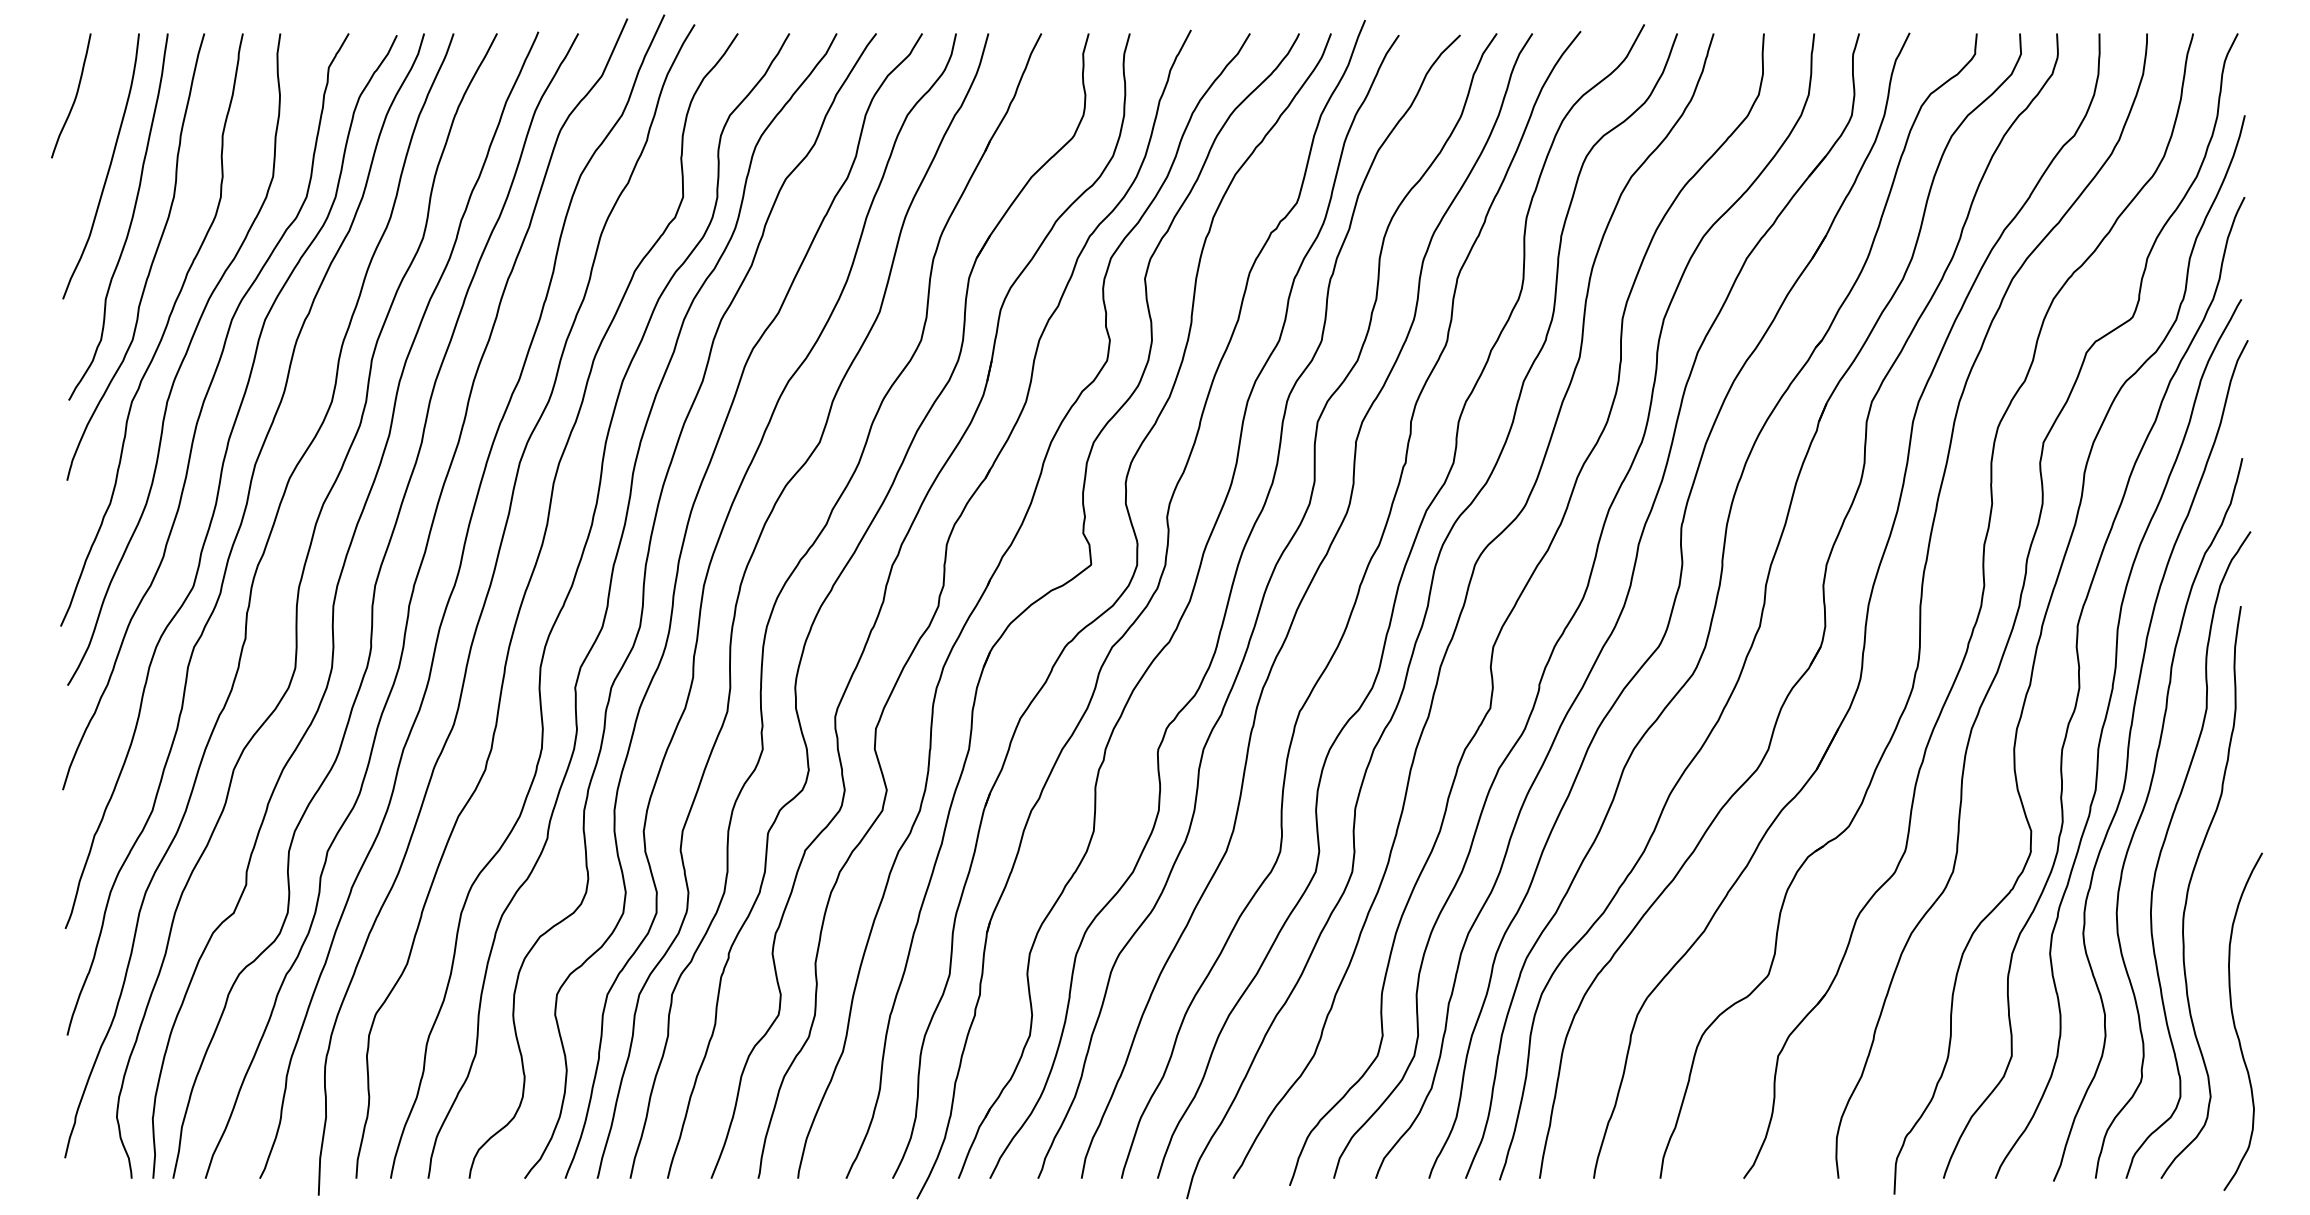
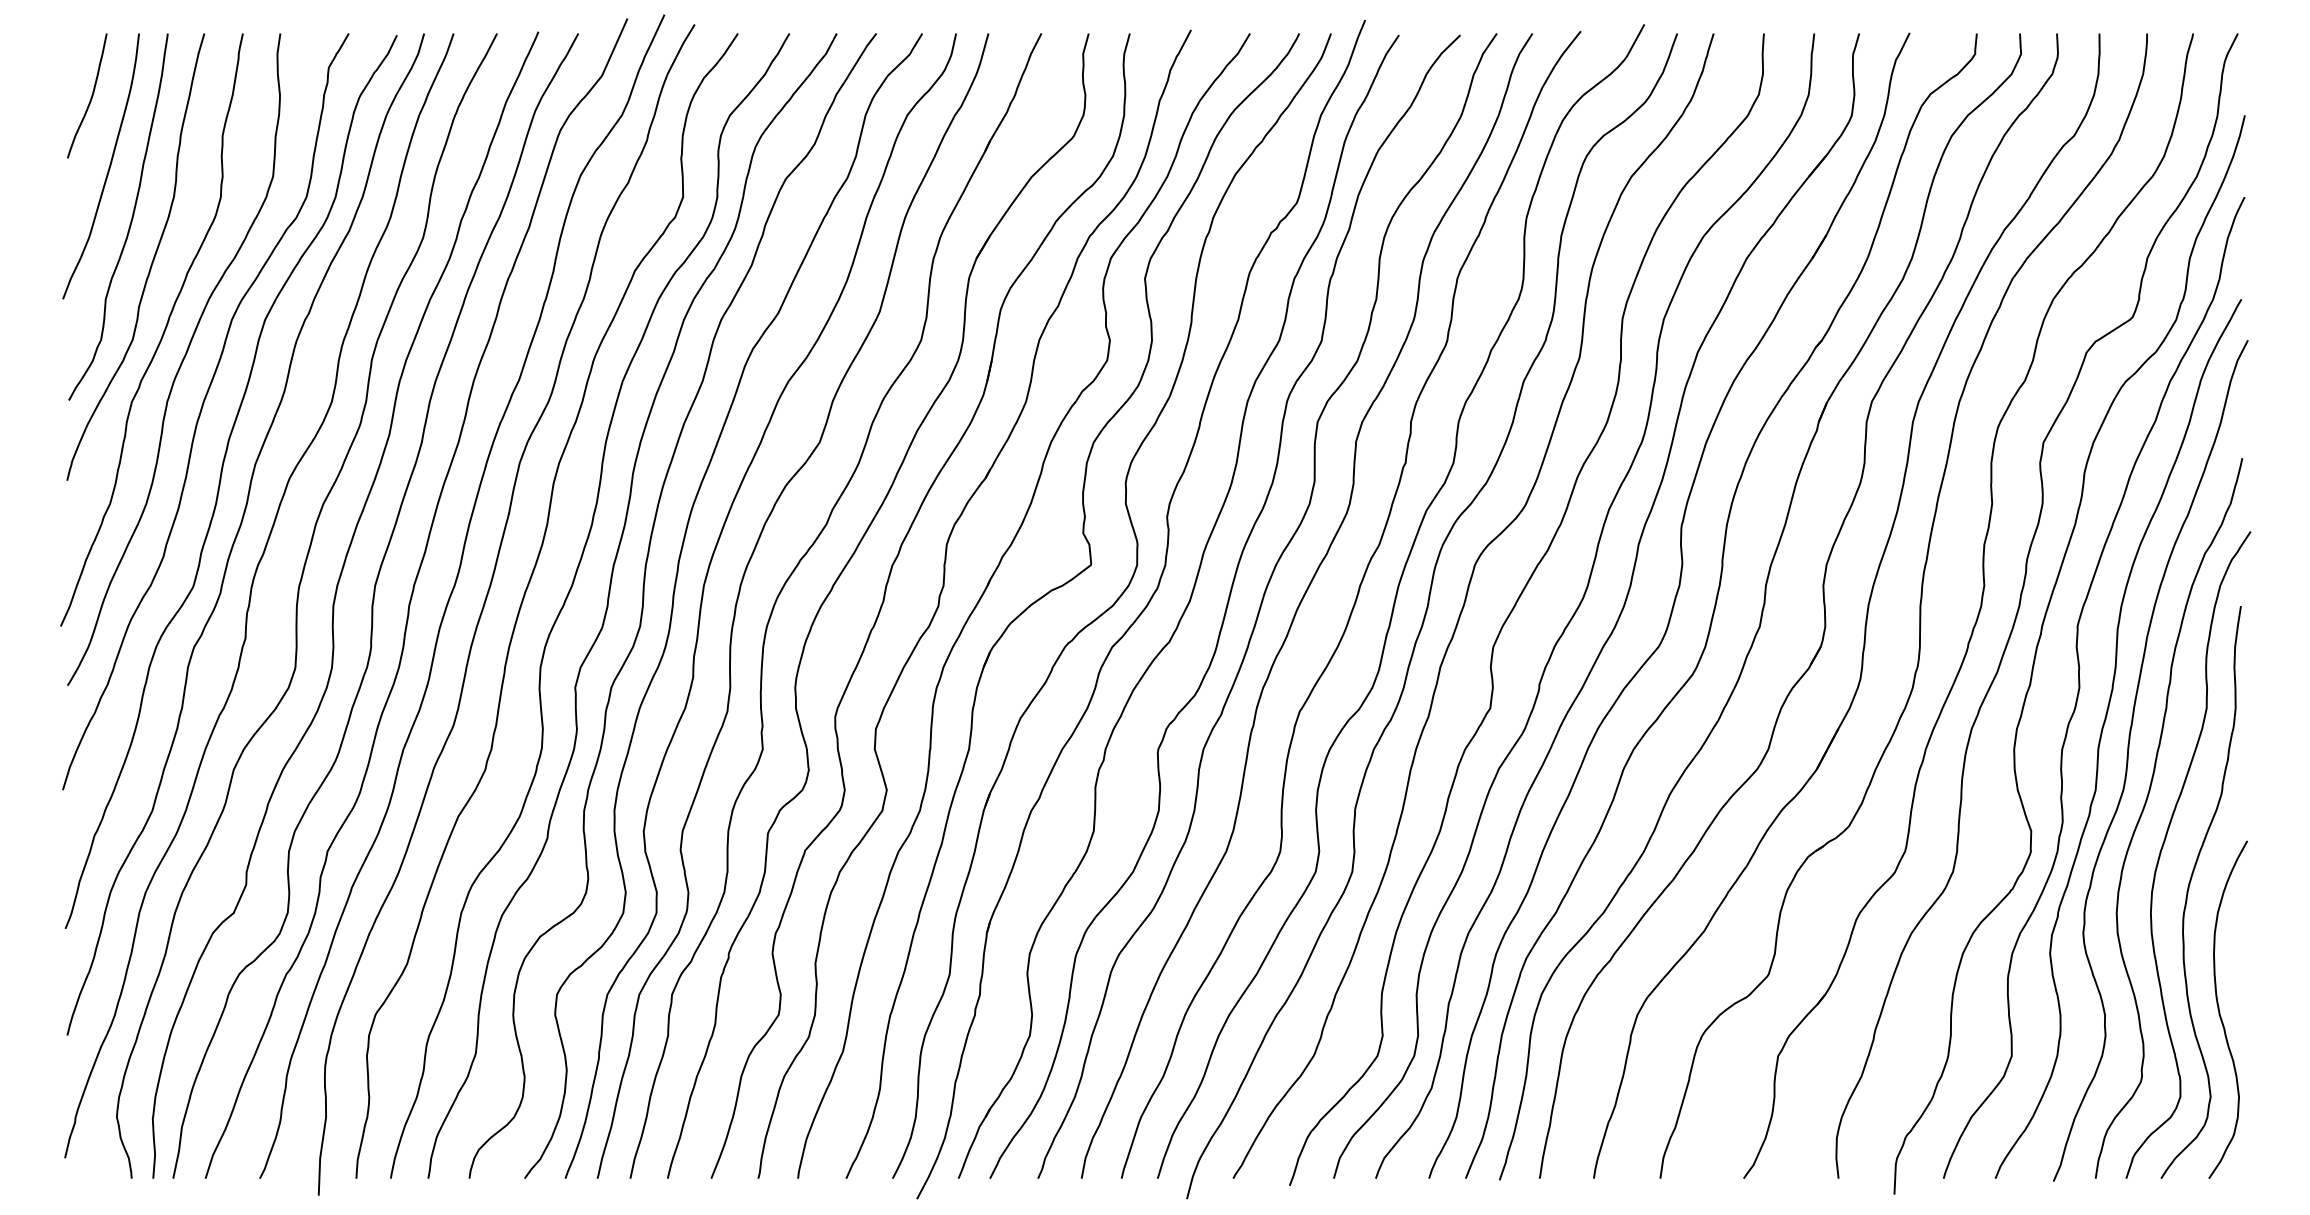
curve at (74, 97) position: (74, 97) -> (90, 97)
curve at (2235, 1024) position: (2235, 1024) -> (2220, 1012)
